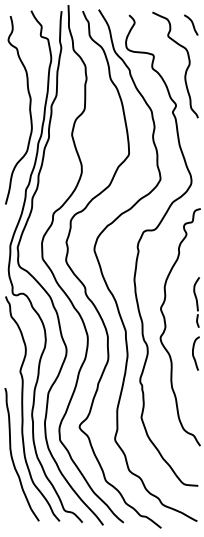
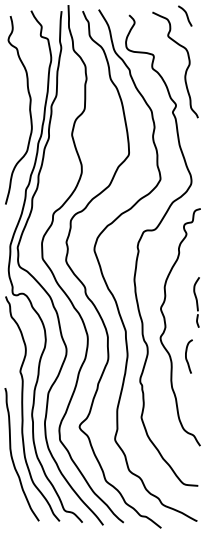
curve at (191, 23) position: (191, 23) -> (185, 14)
curve at (193, 353) position: (193, 353) -> (186, 356)
